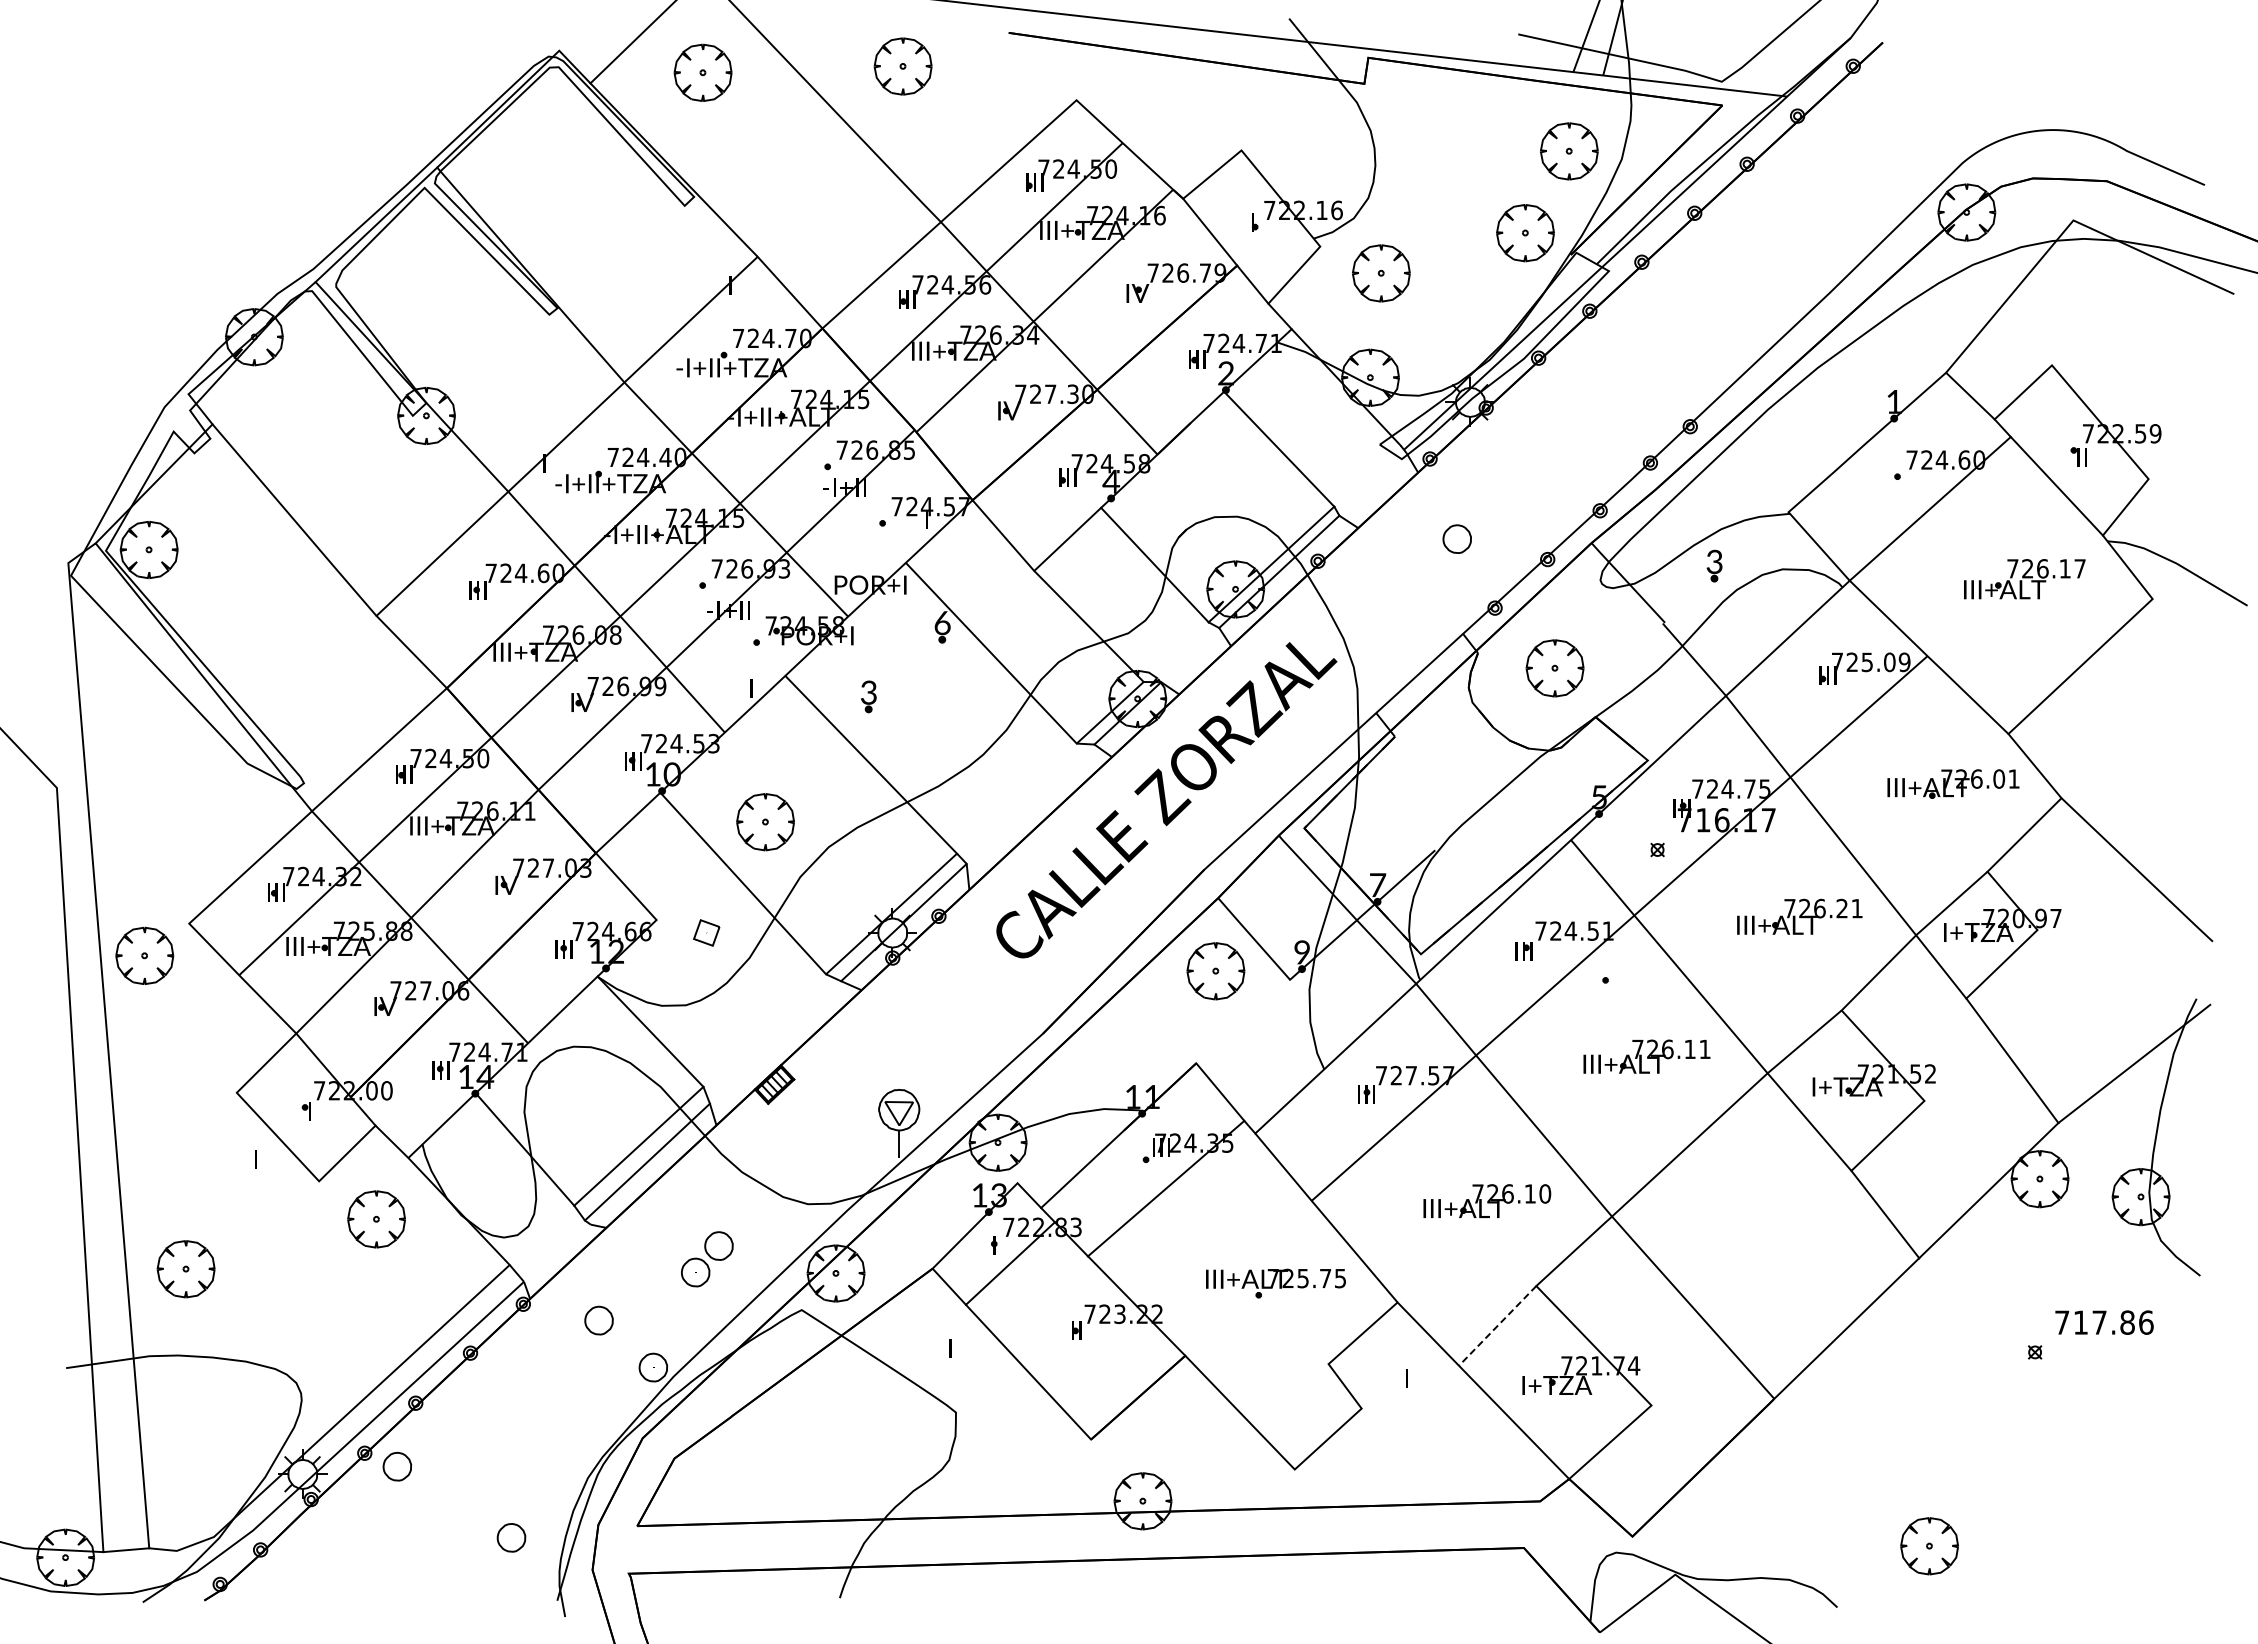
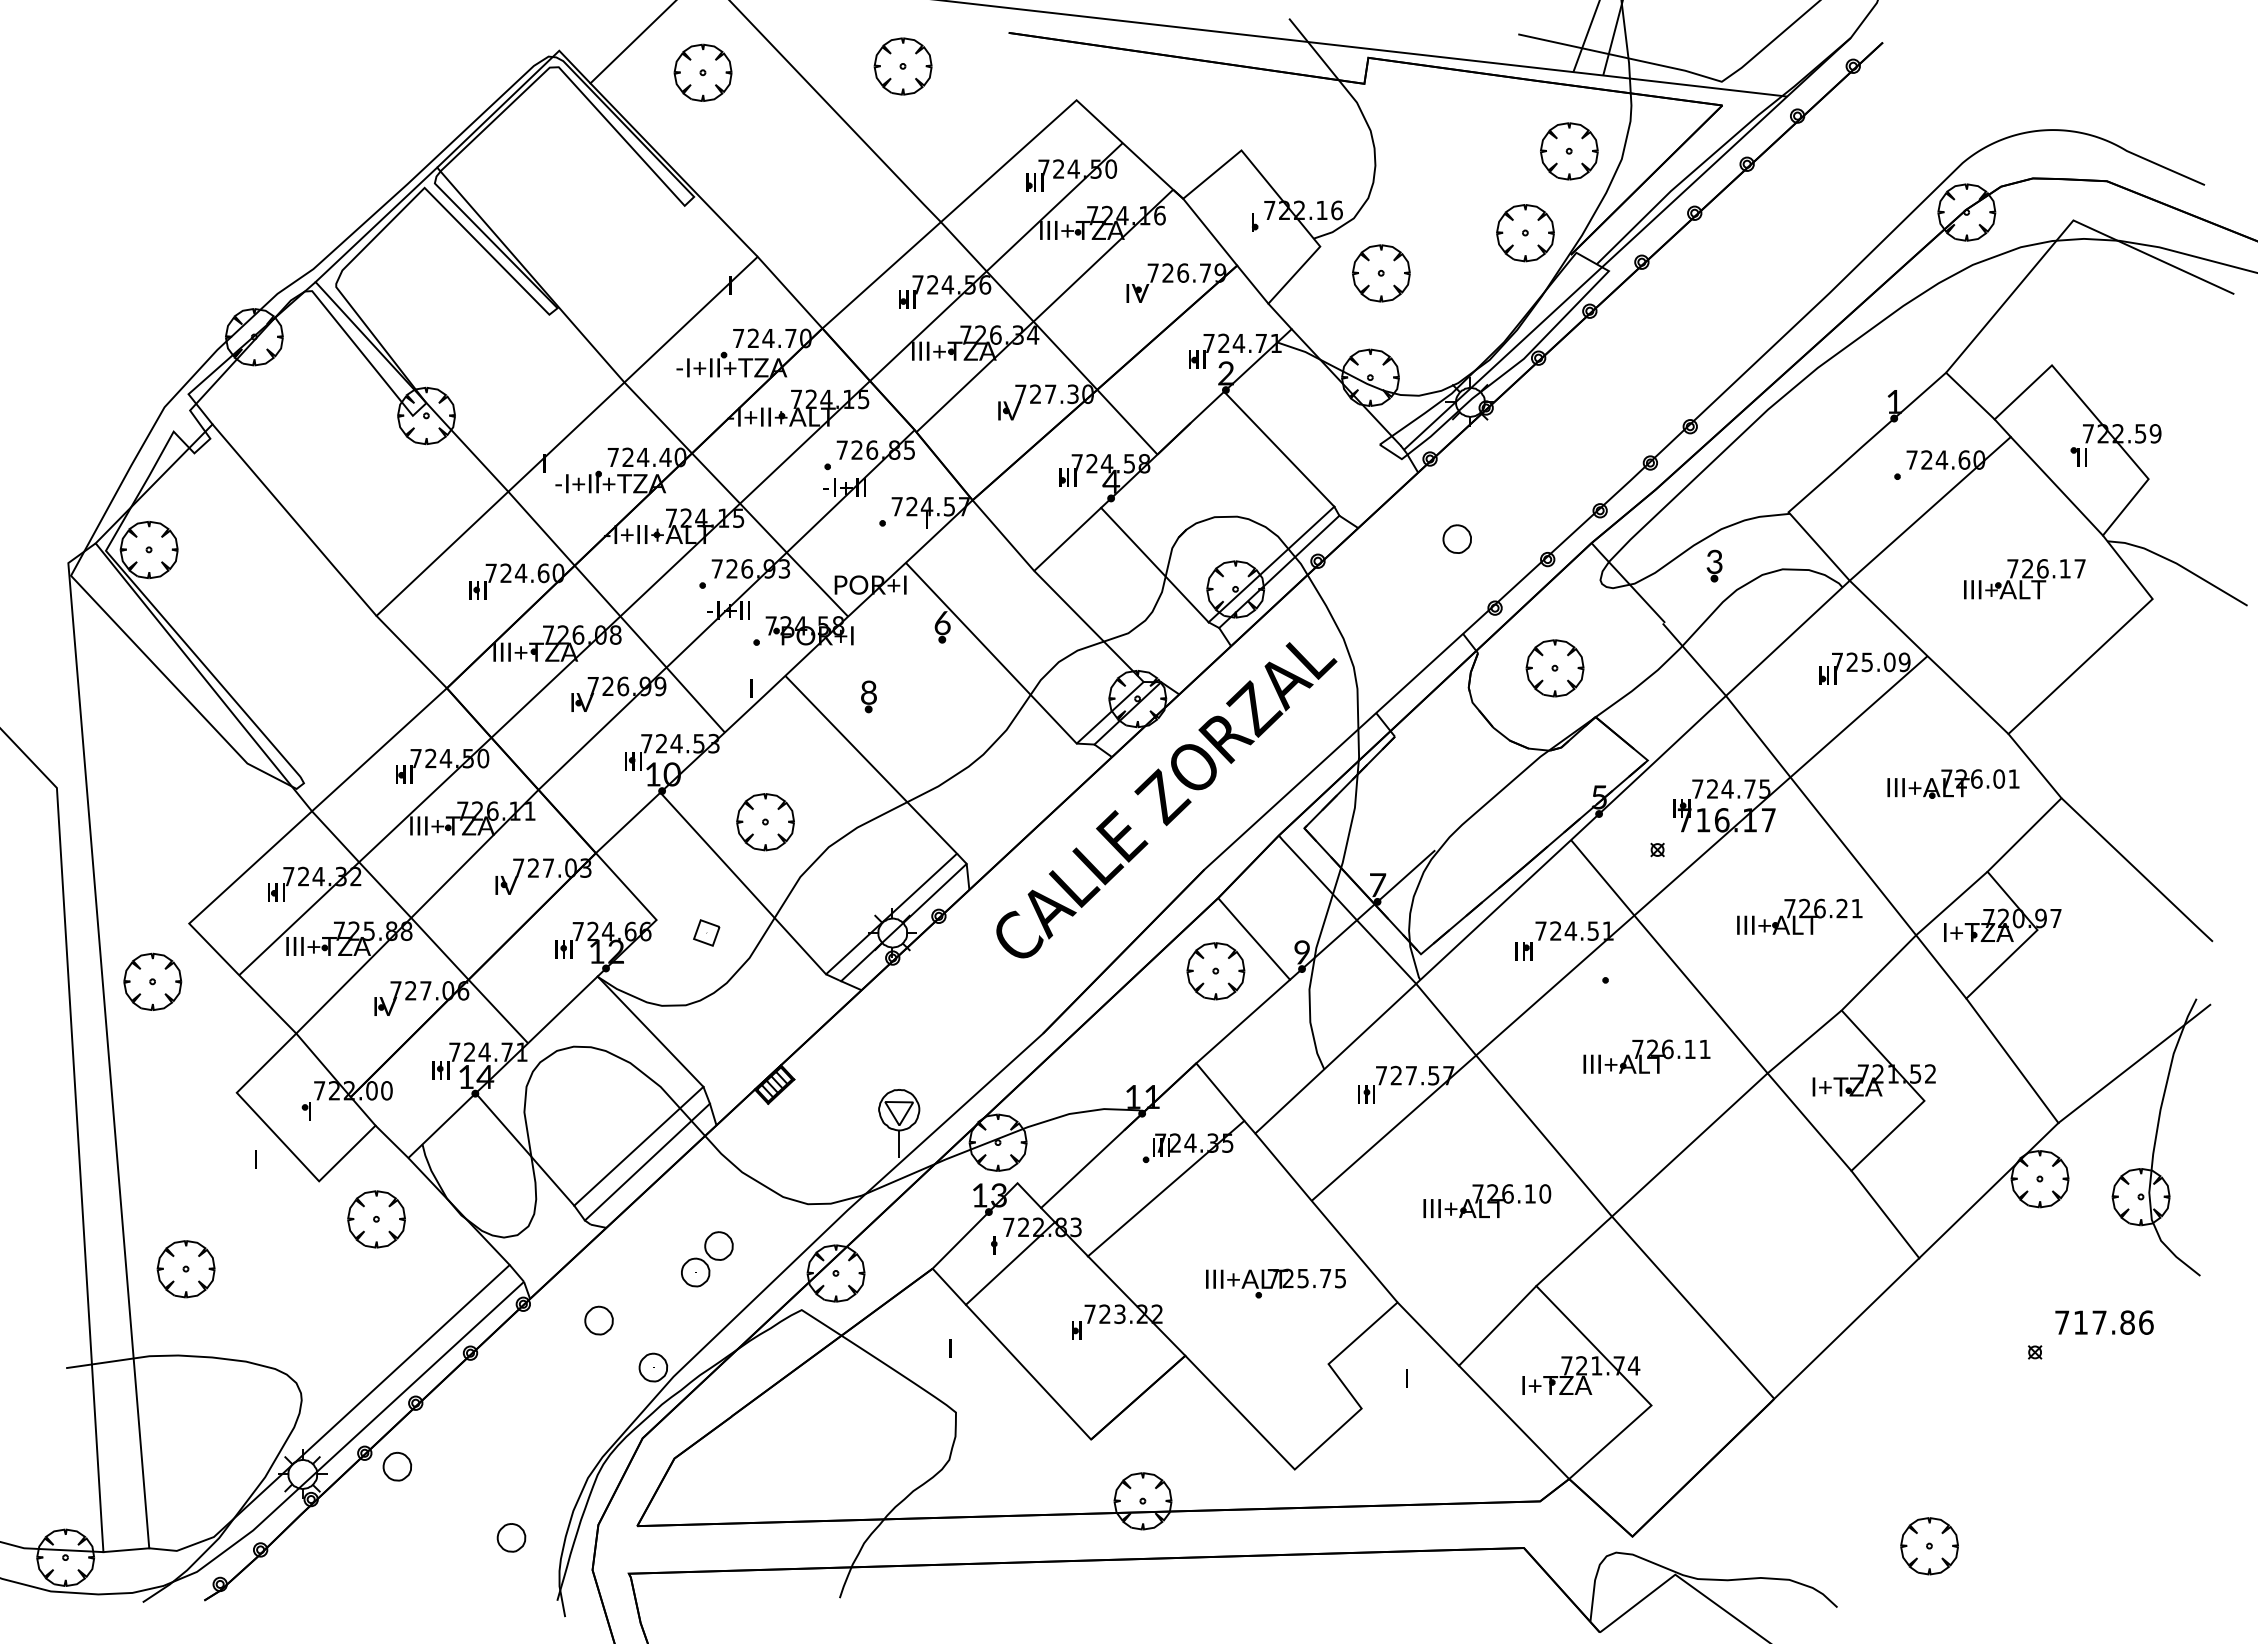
text at (868, 692): 3 -> 8
part at (144, 955) position: (144, 955) -> (152, 981)
line at (1243, 1021): none -> present
line at (1497, 1325): dashed -> solid
